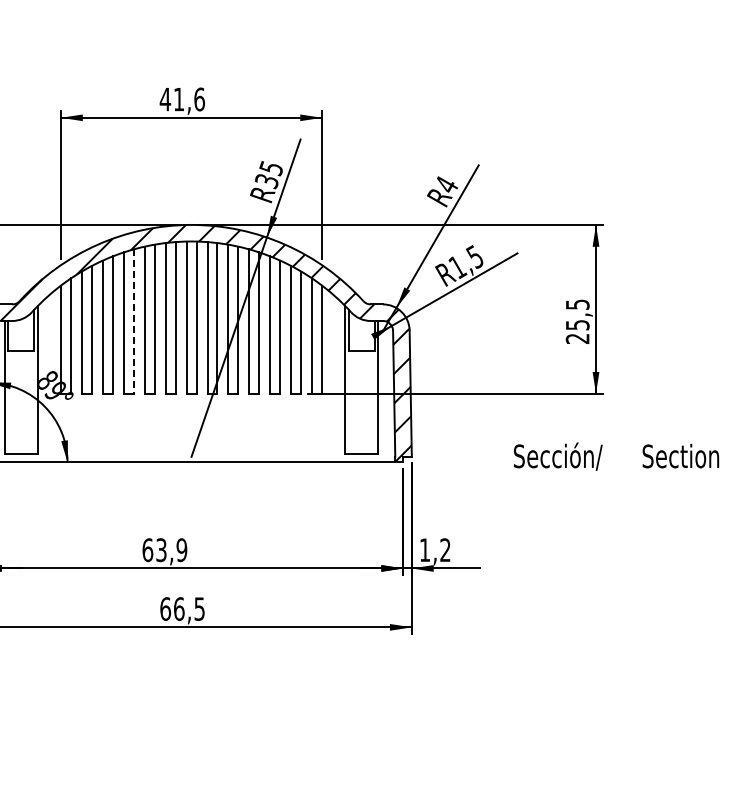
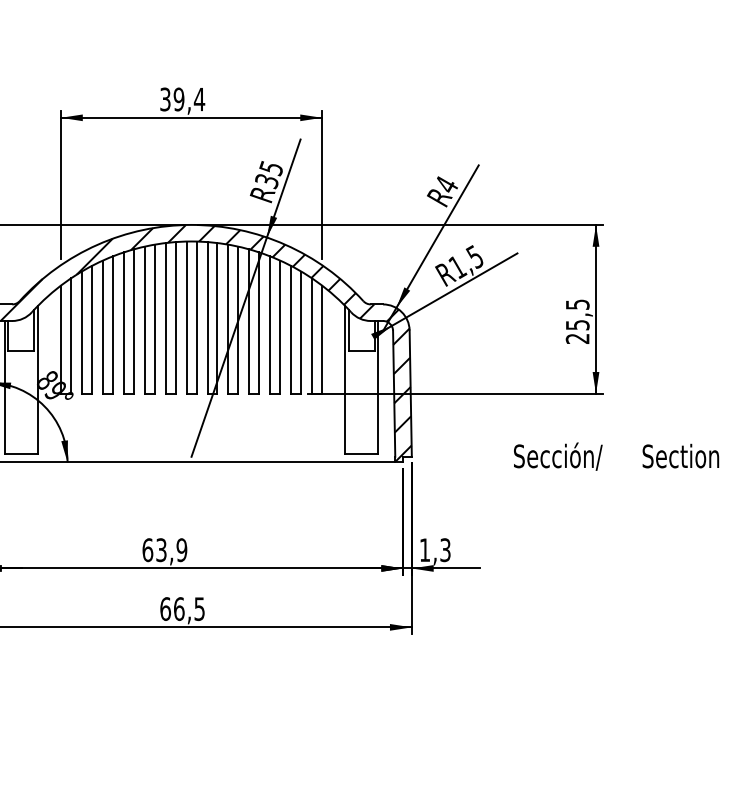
text at (182, 99): 41,6 -> 39,4
line at (133, 322): dashed -> solid
text at (445, 550): 1,2 -> 1,3
